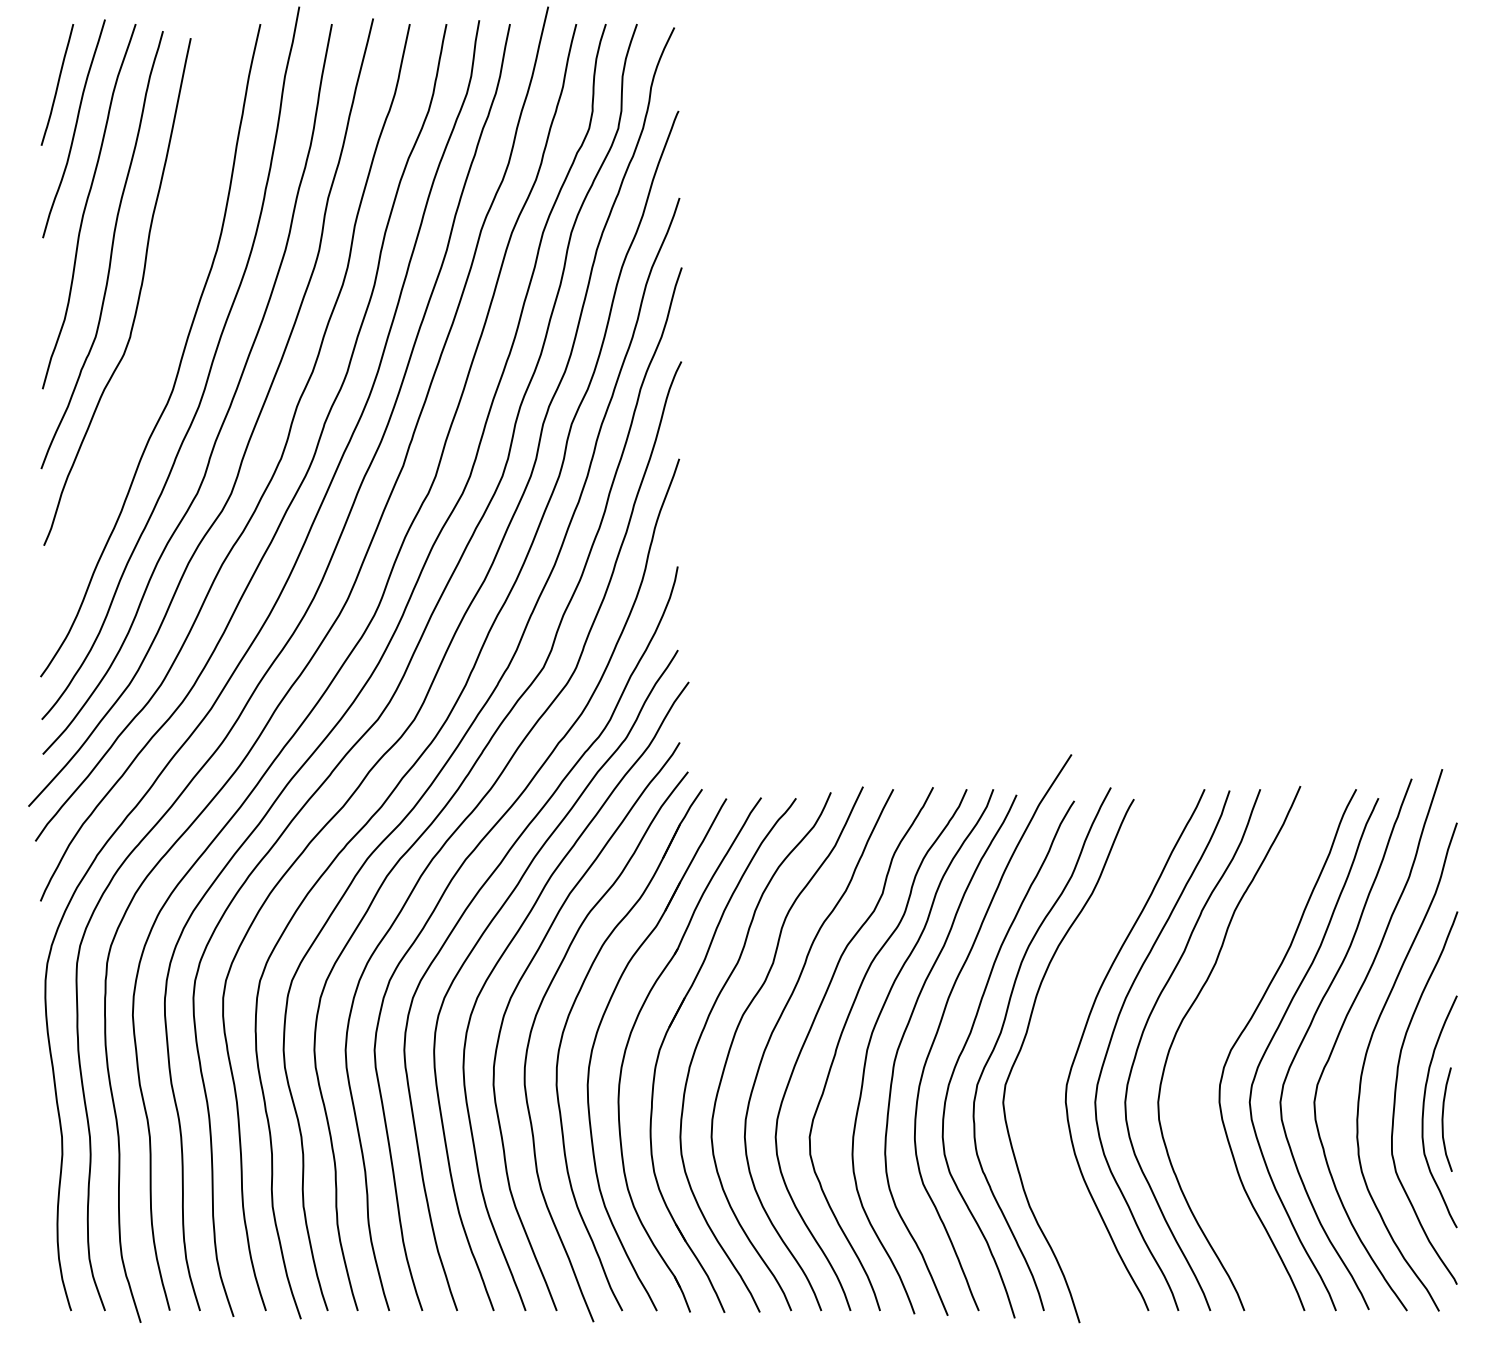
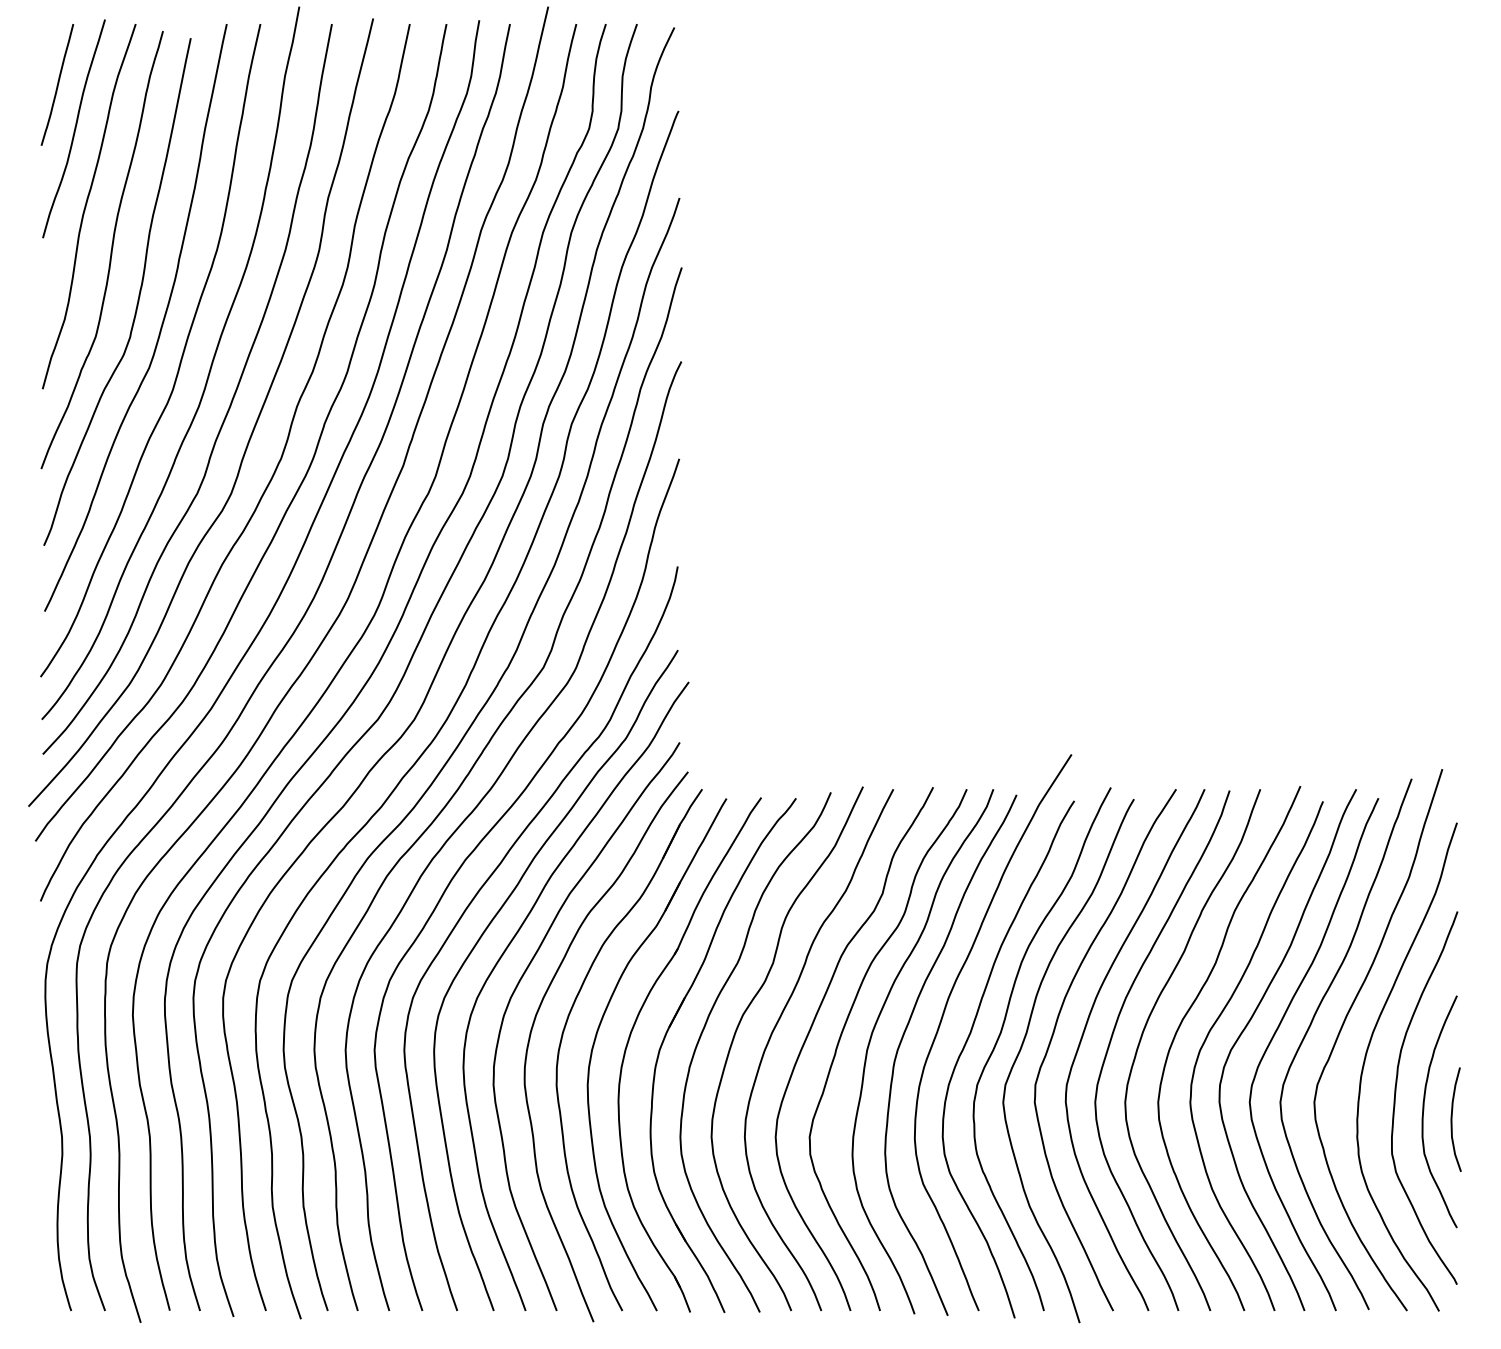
curve at (161, 323): none -> present
curve at (1213, 1027): none -> present
curve at (1054, 1033): none -> present
curve at (1443, 1119) position: (1443, 1119) -> (1452, 1119)
